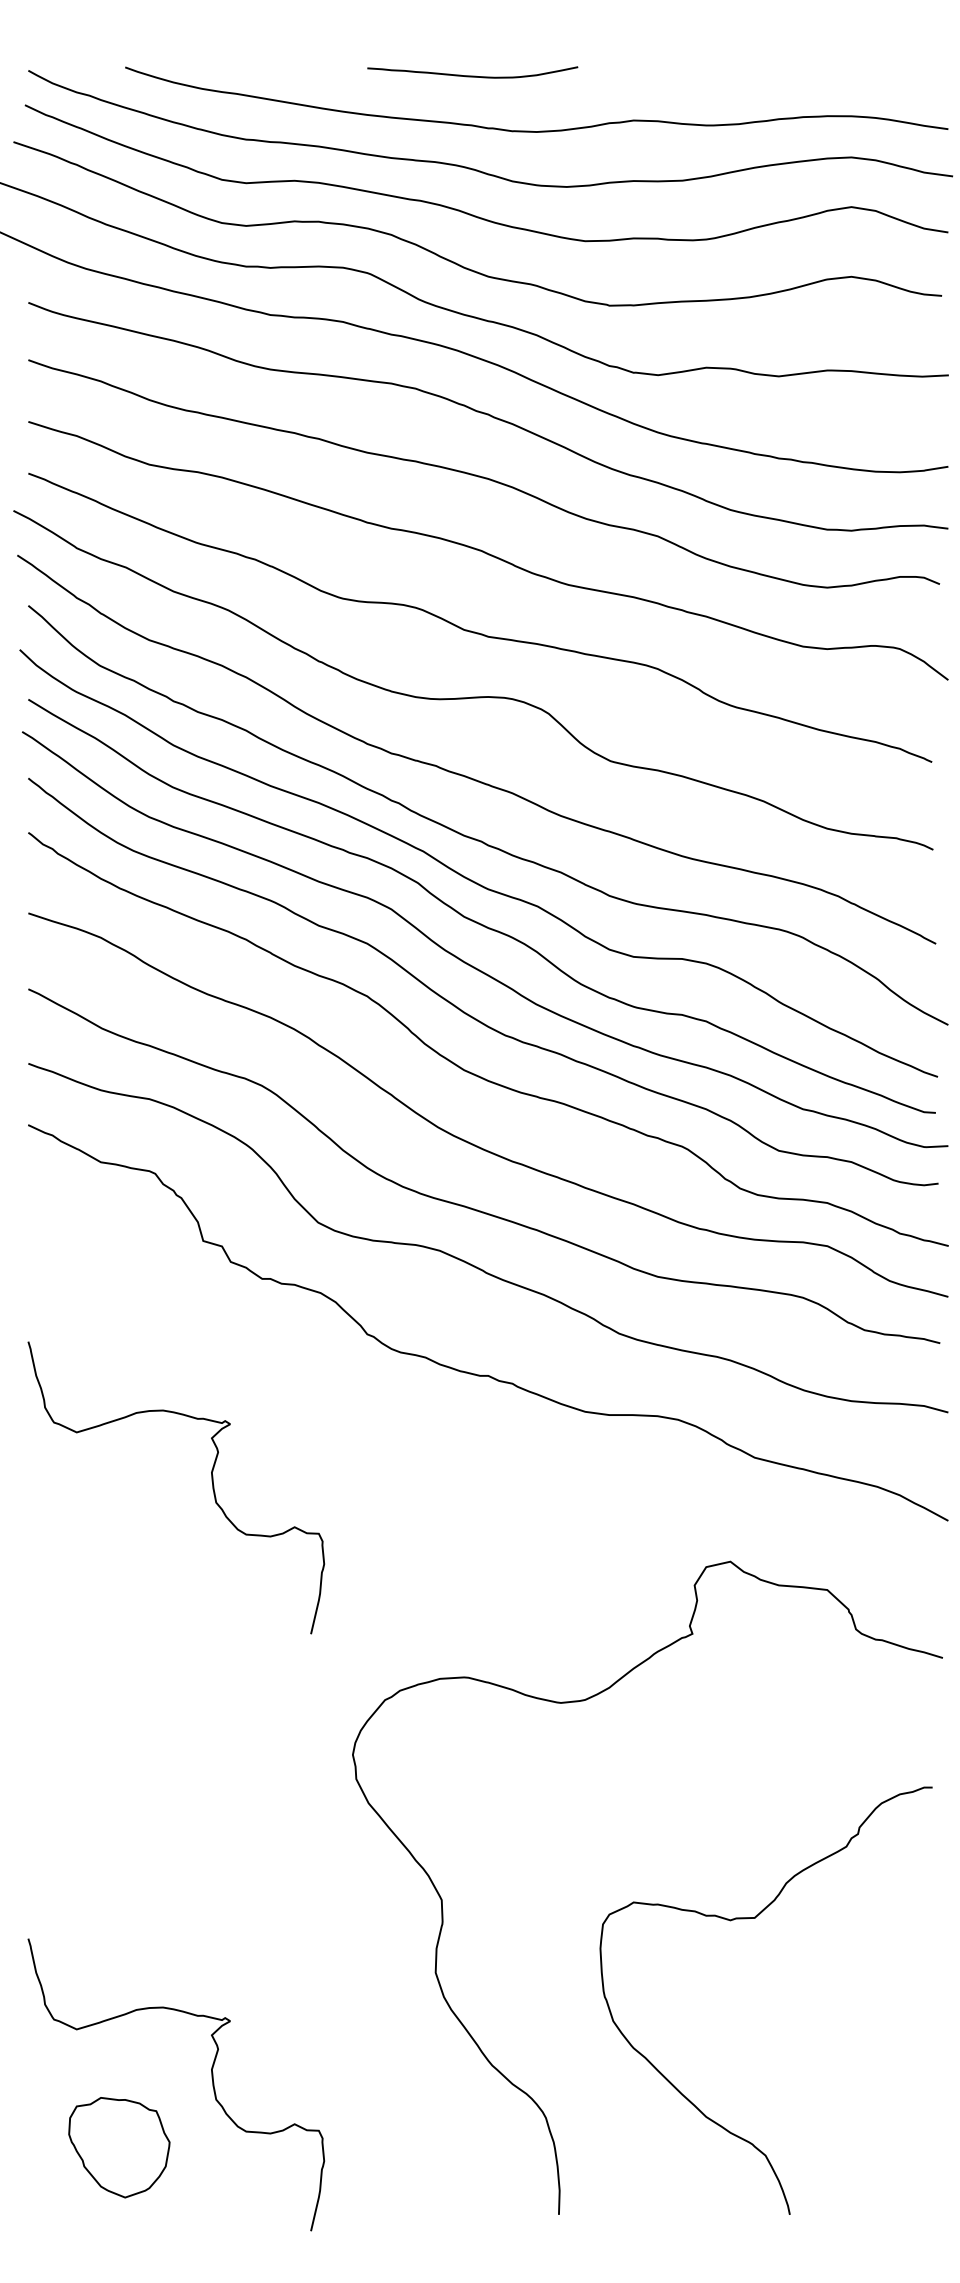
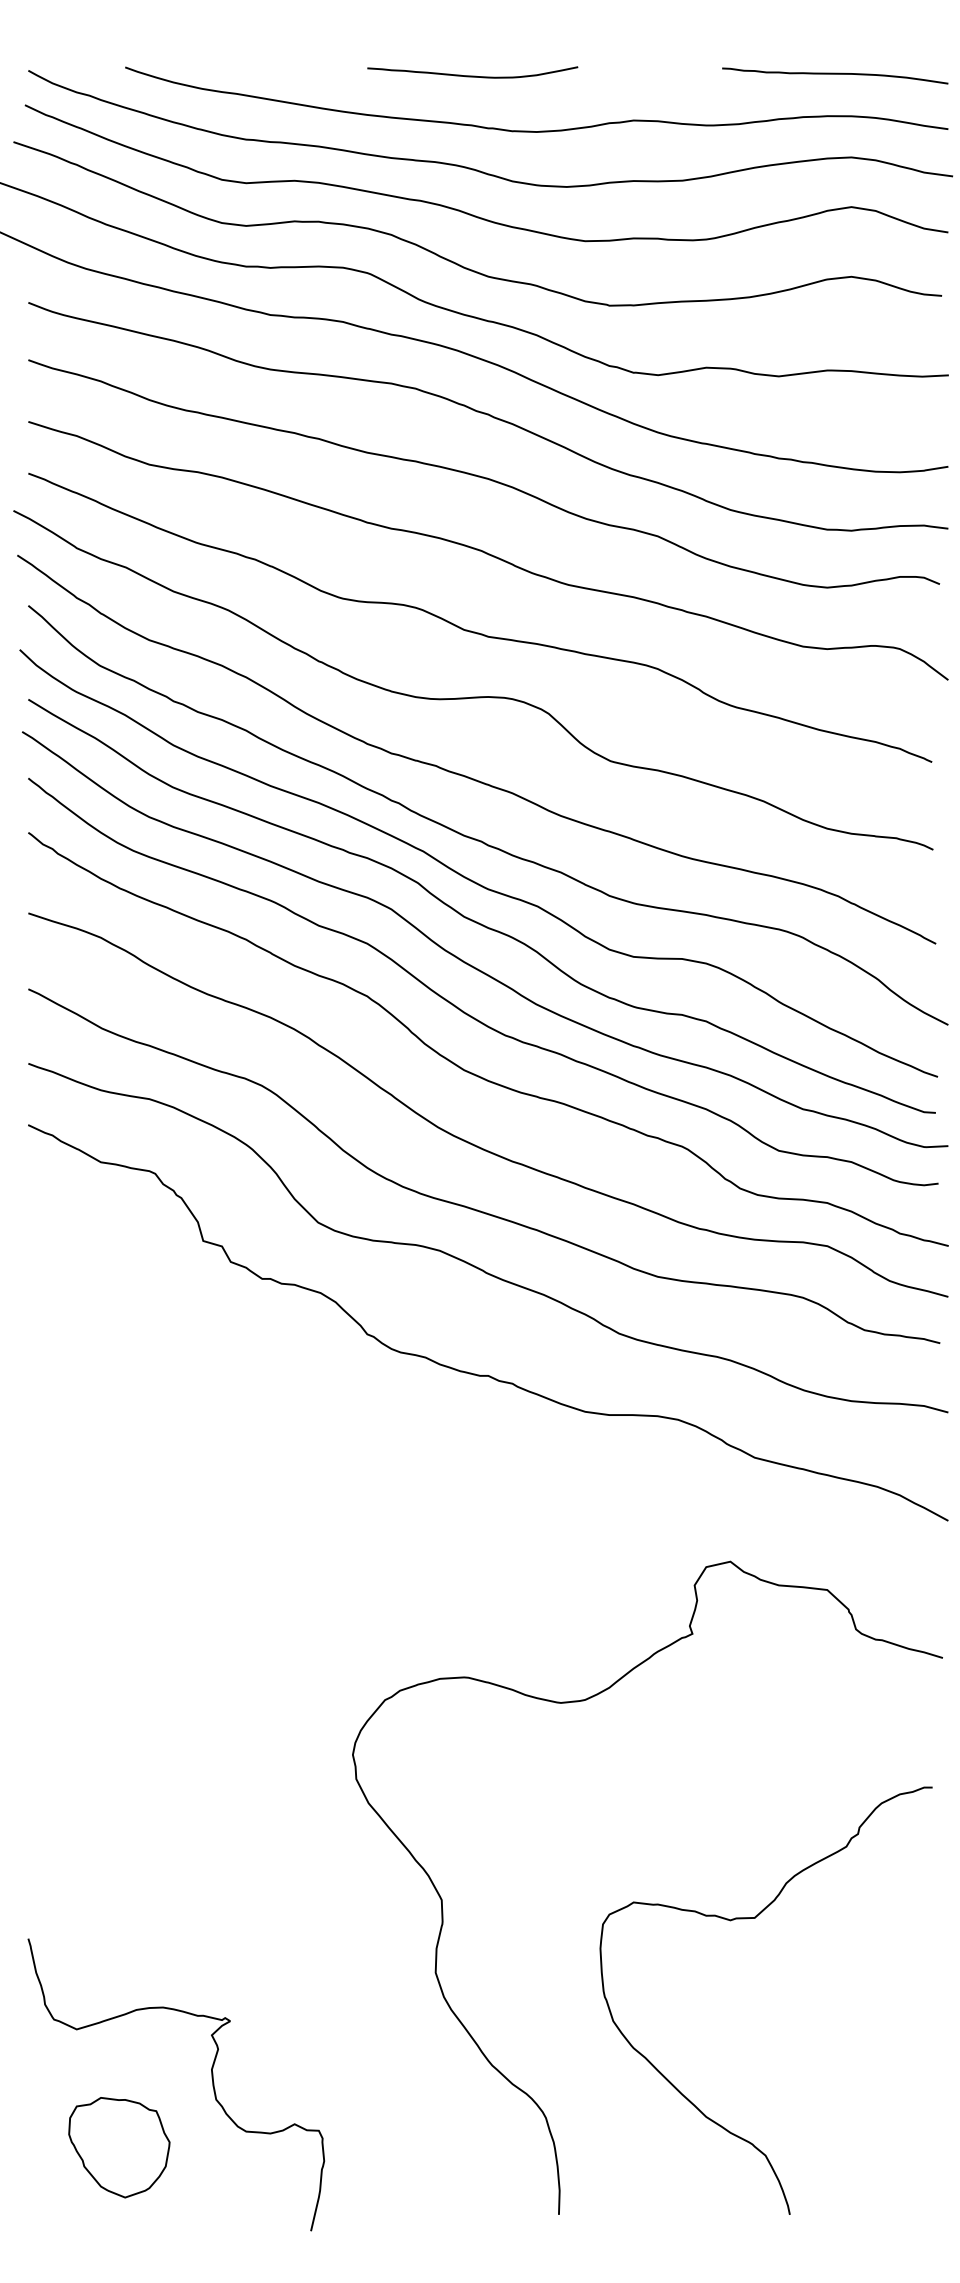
curve at (835, 74): none -> present
curve at (211, 1481): present -> none
